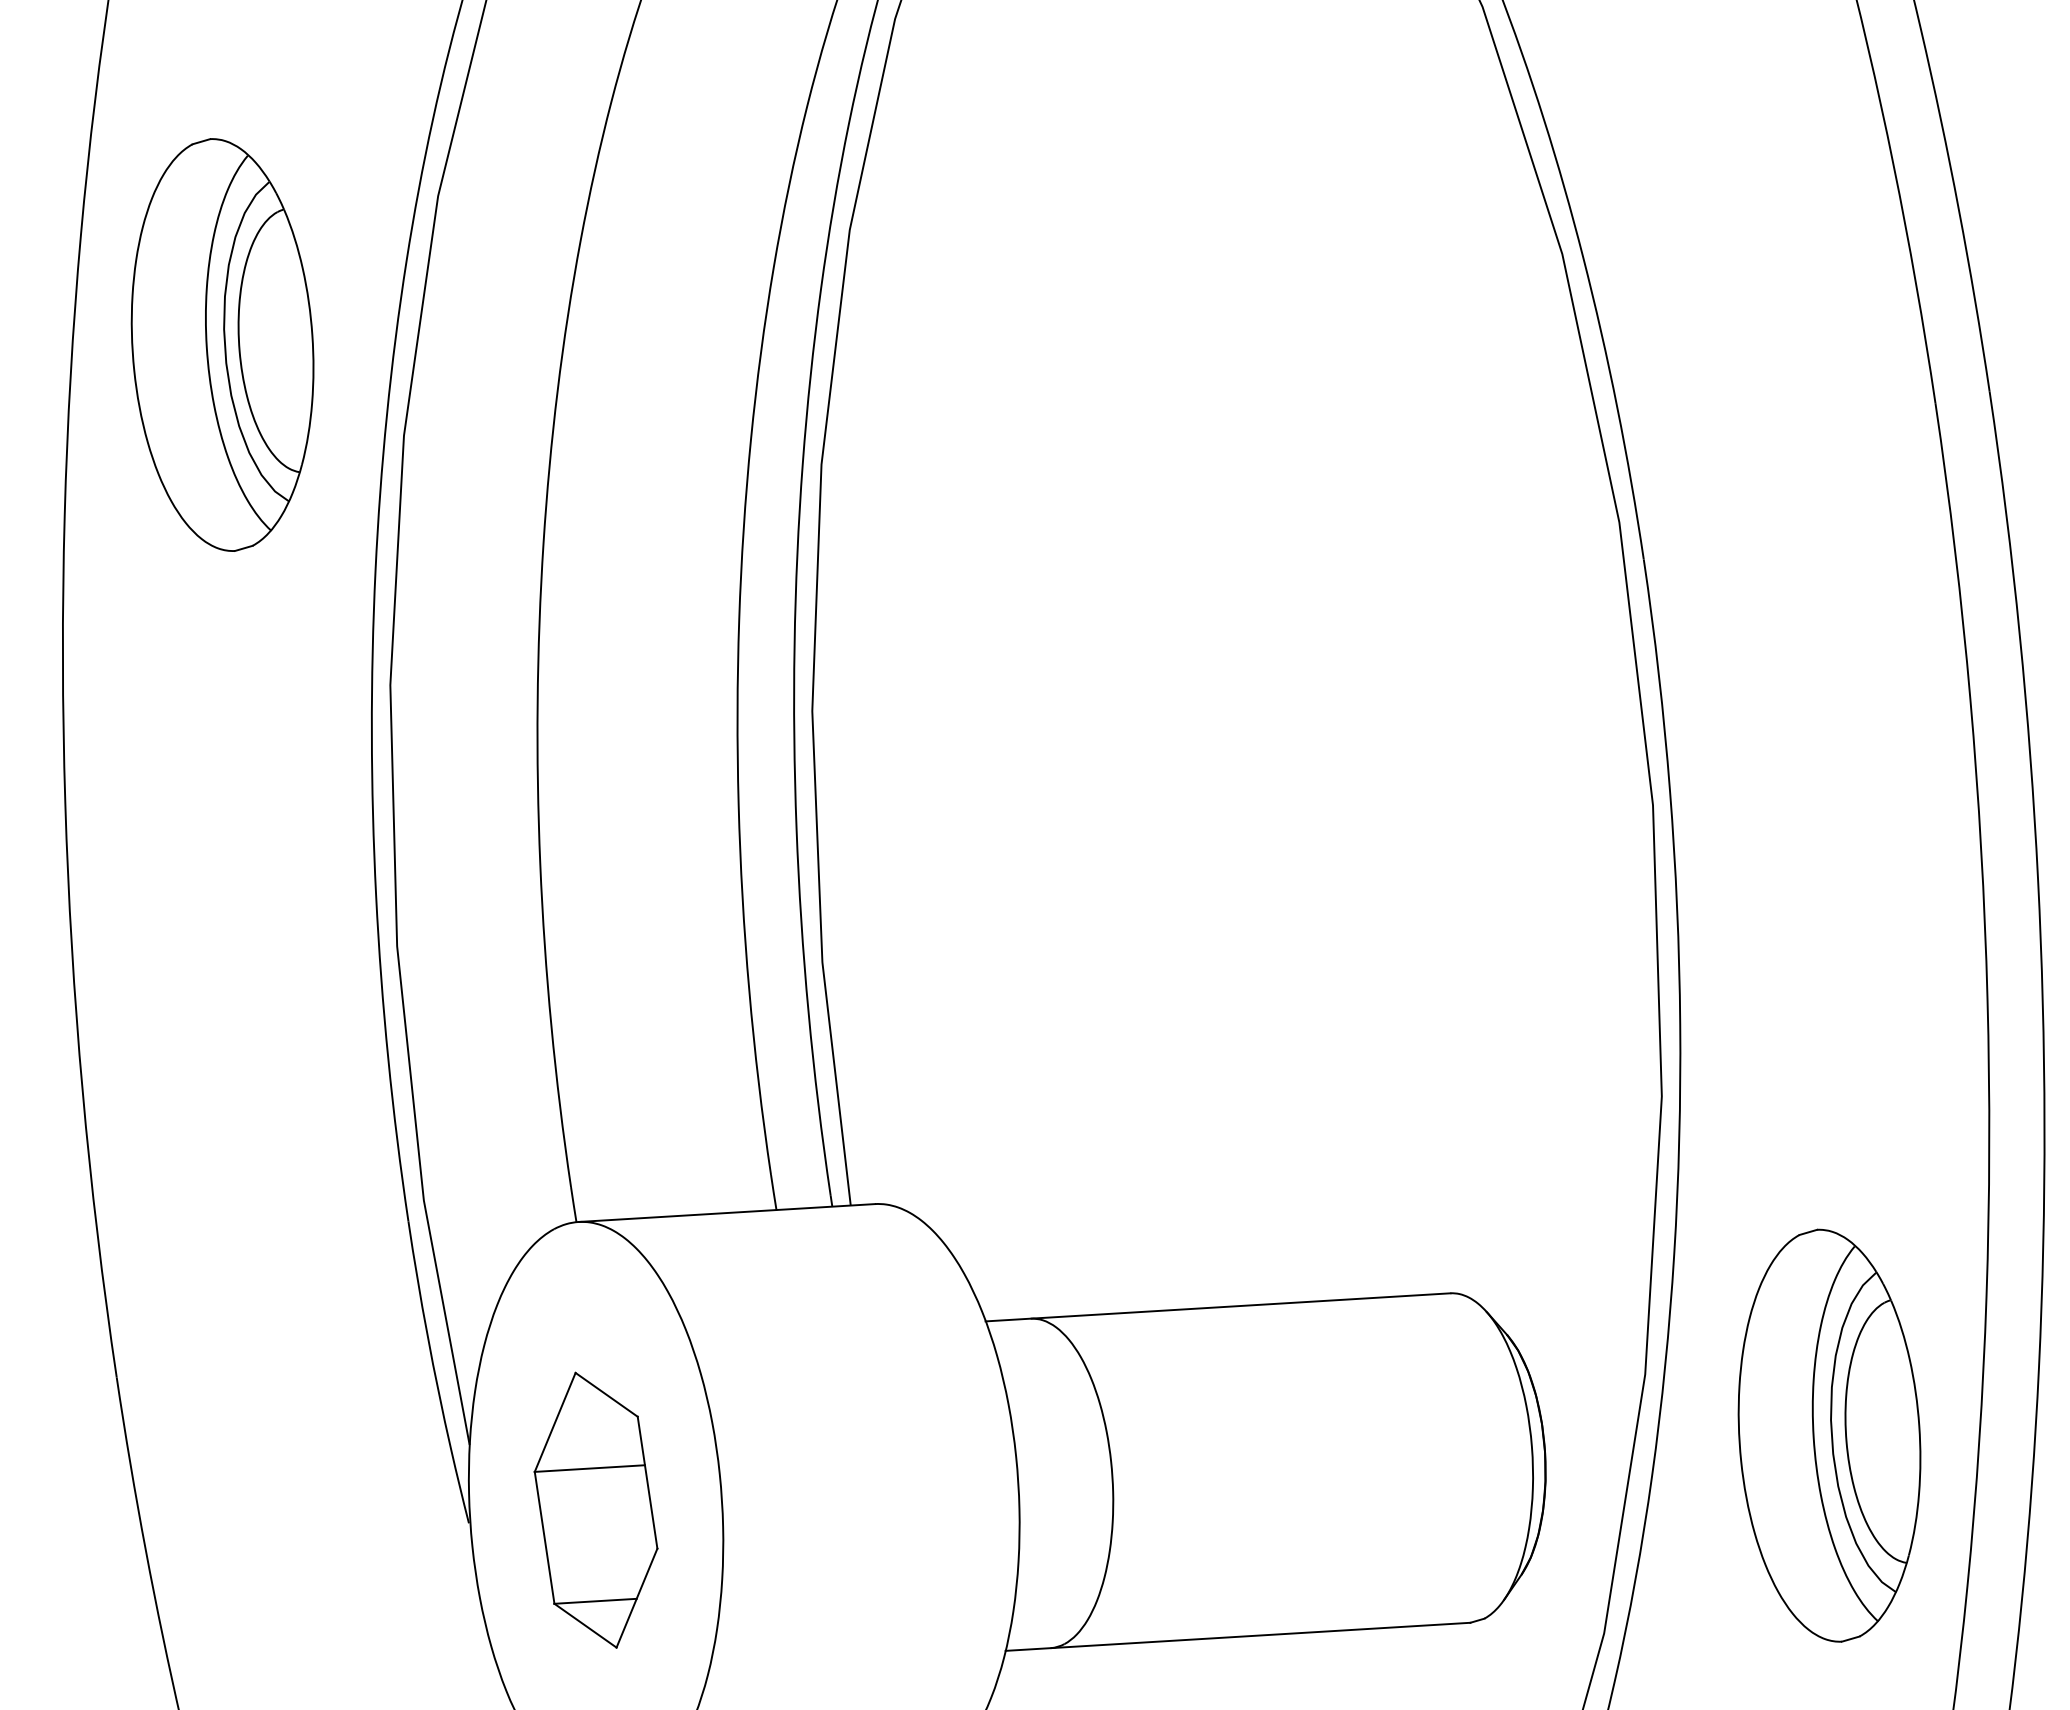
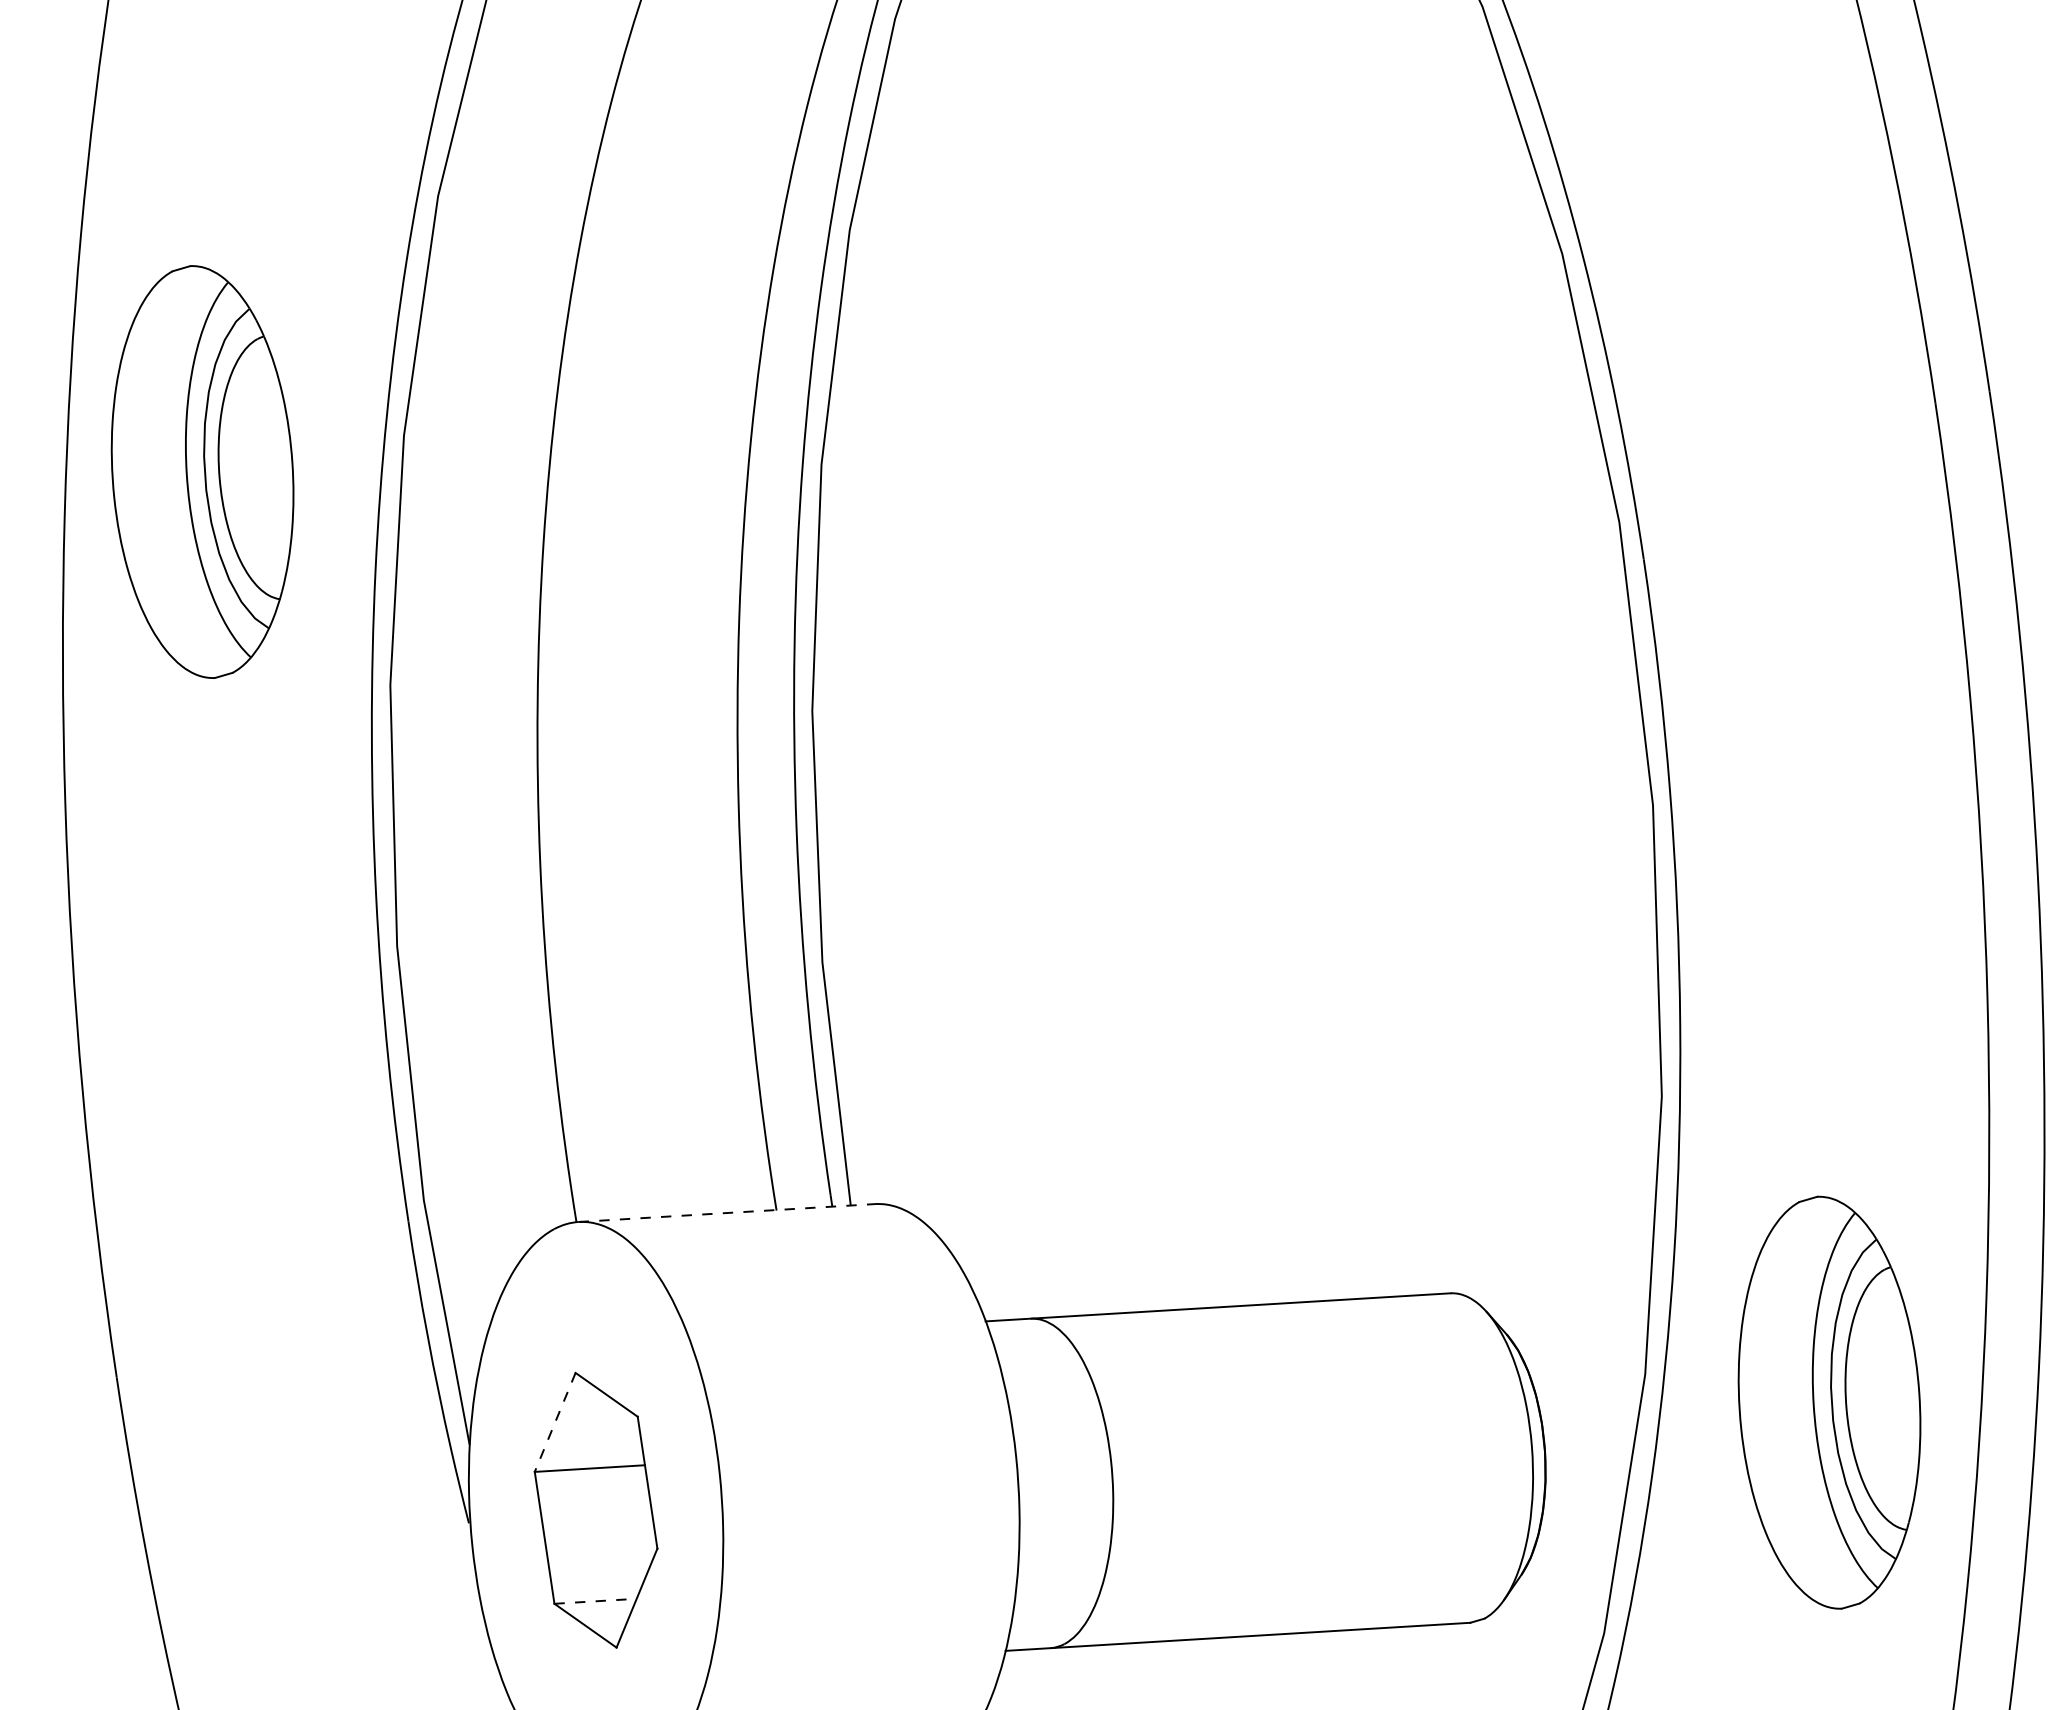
part at (222, 344) position: (222, 344) -> (202, 471)
line at (727, 1213): solid -> dashed
line at (555, 1422): solid -> dashed
part at (1829, 1435) position: (1829, 1435) -> (1829, 1402)
line at (596, 1601): solid -> dashed
